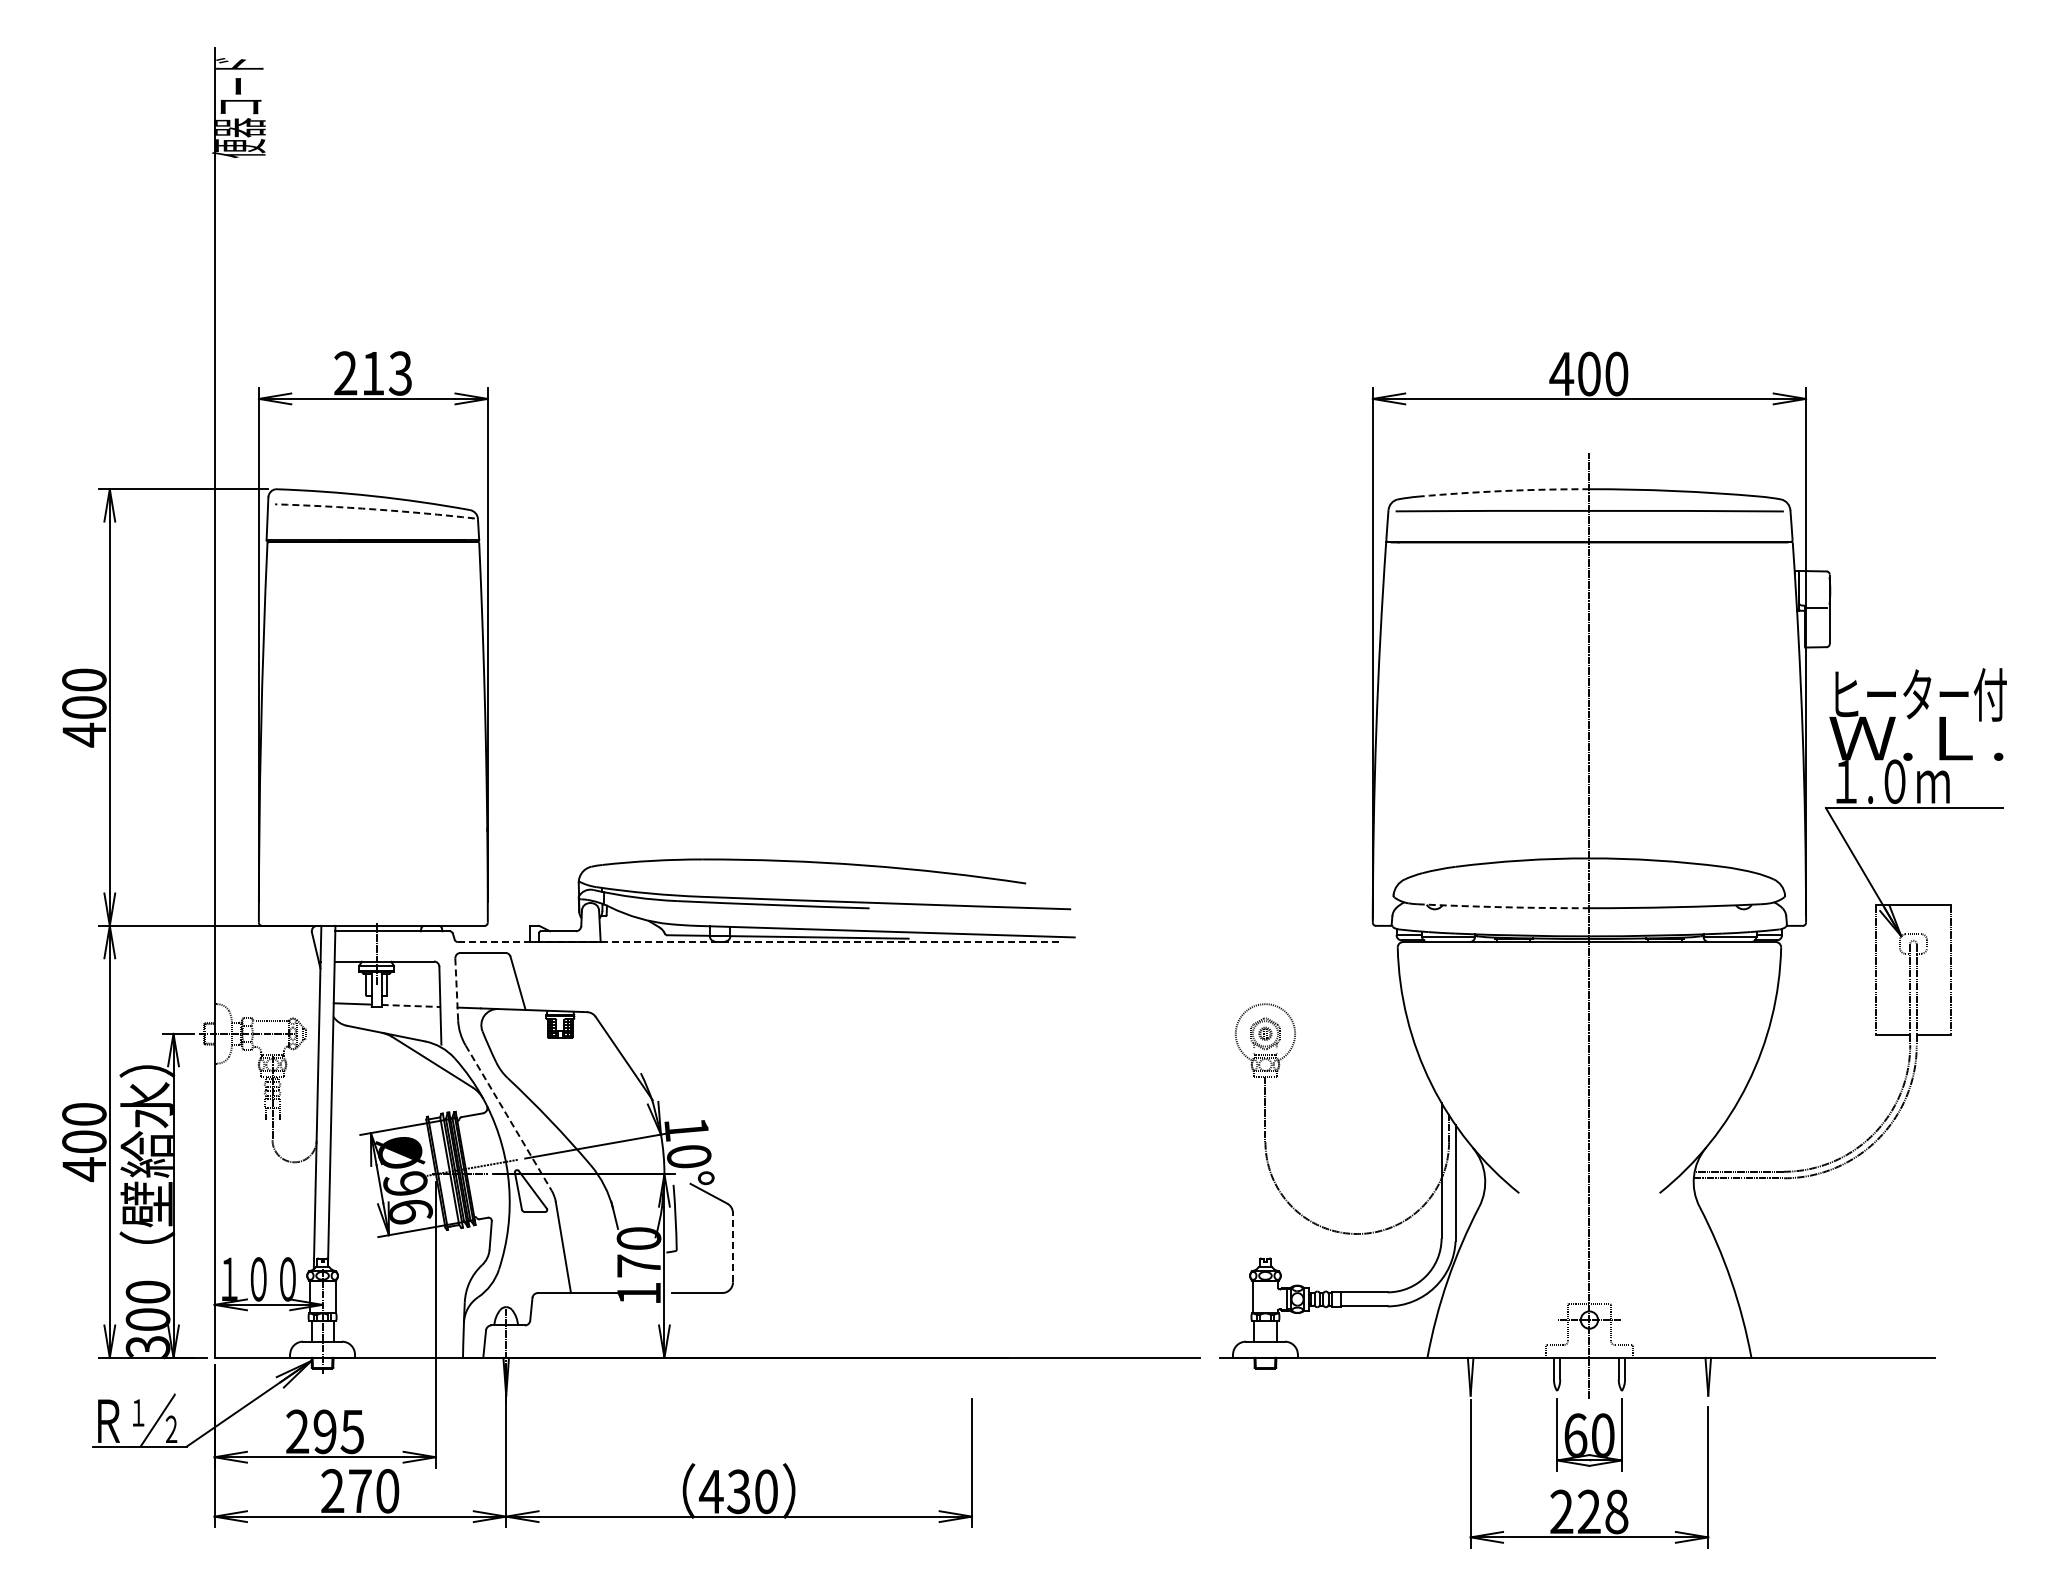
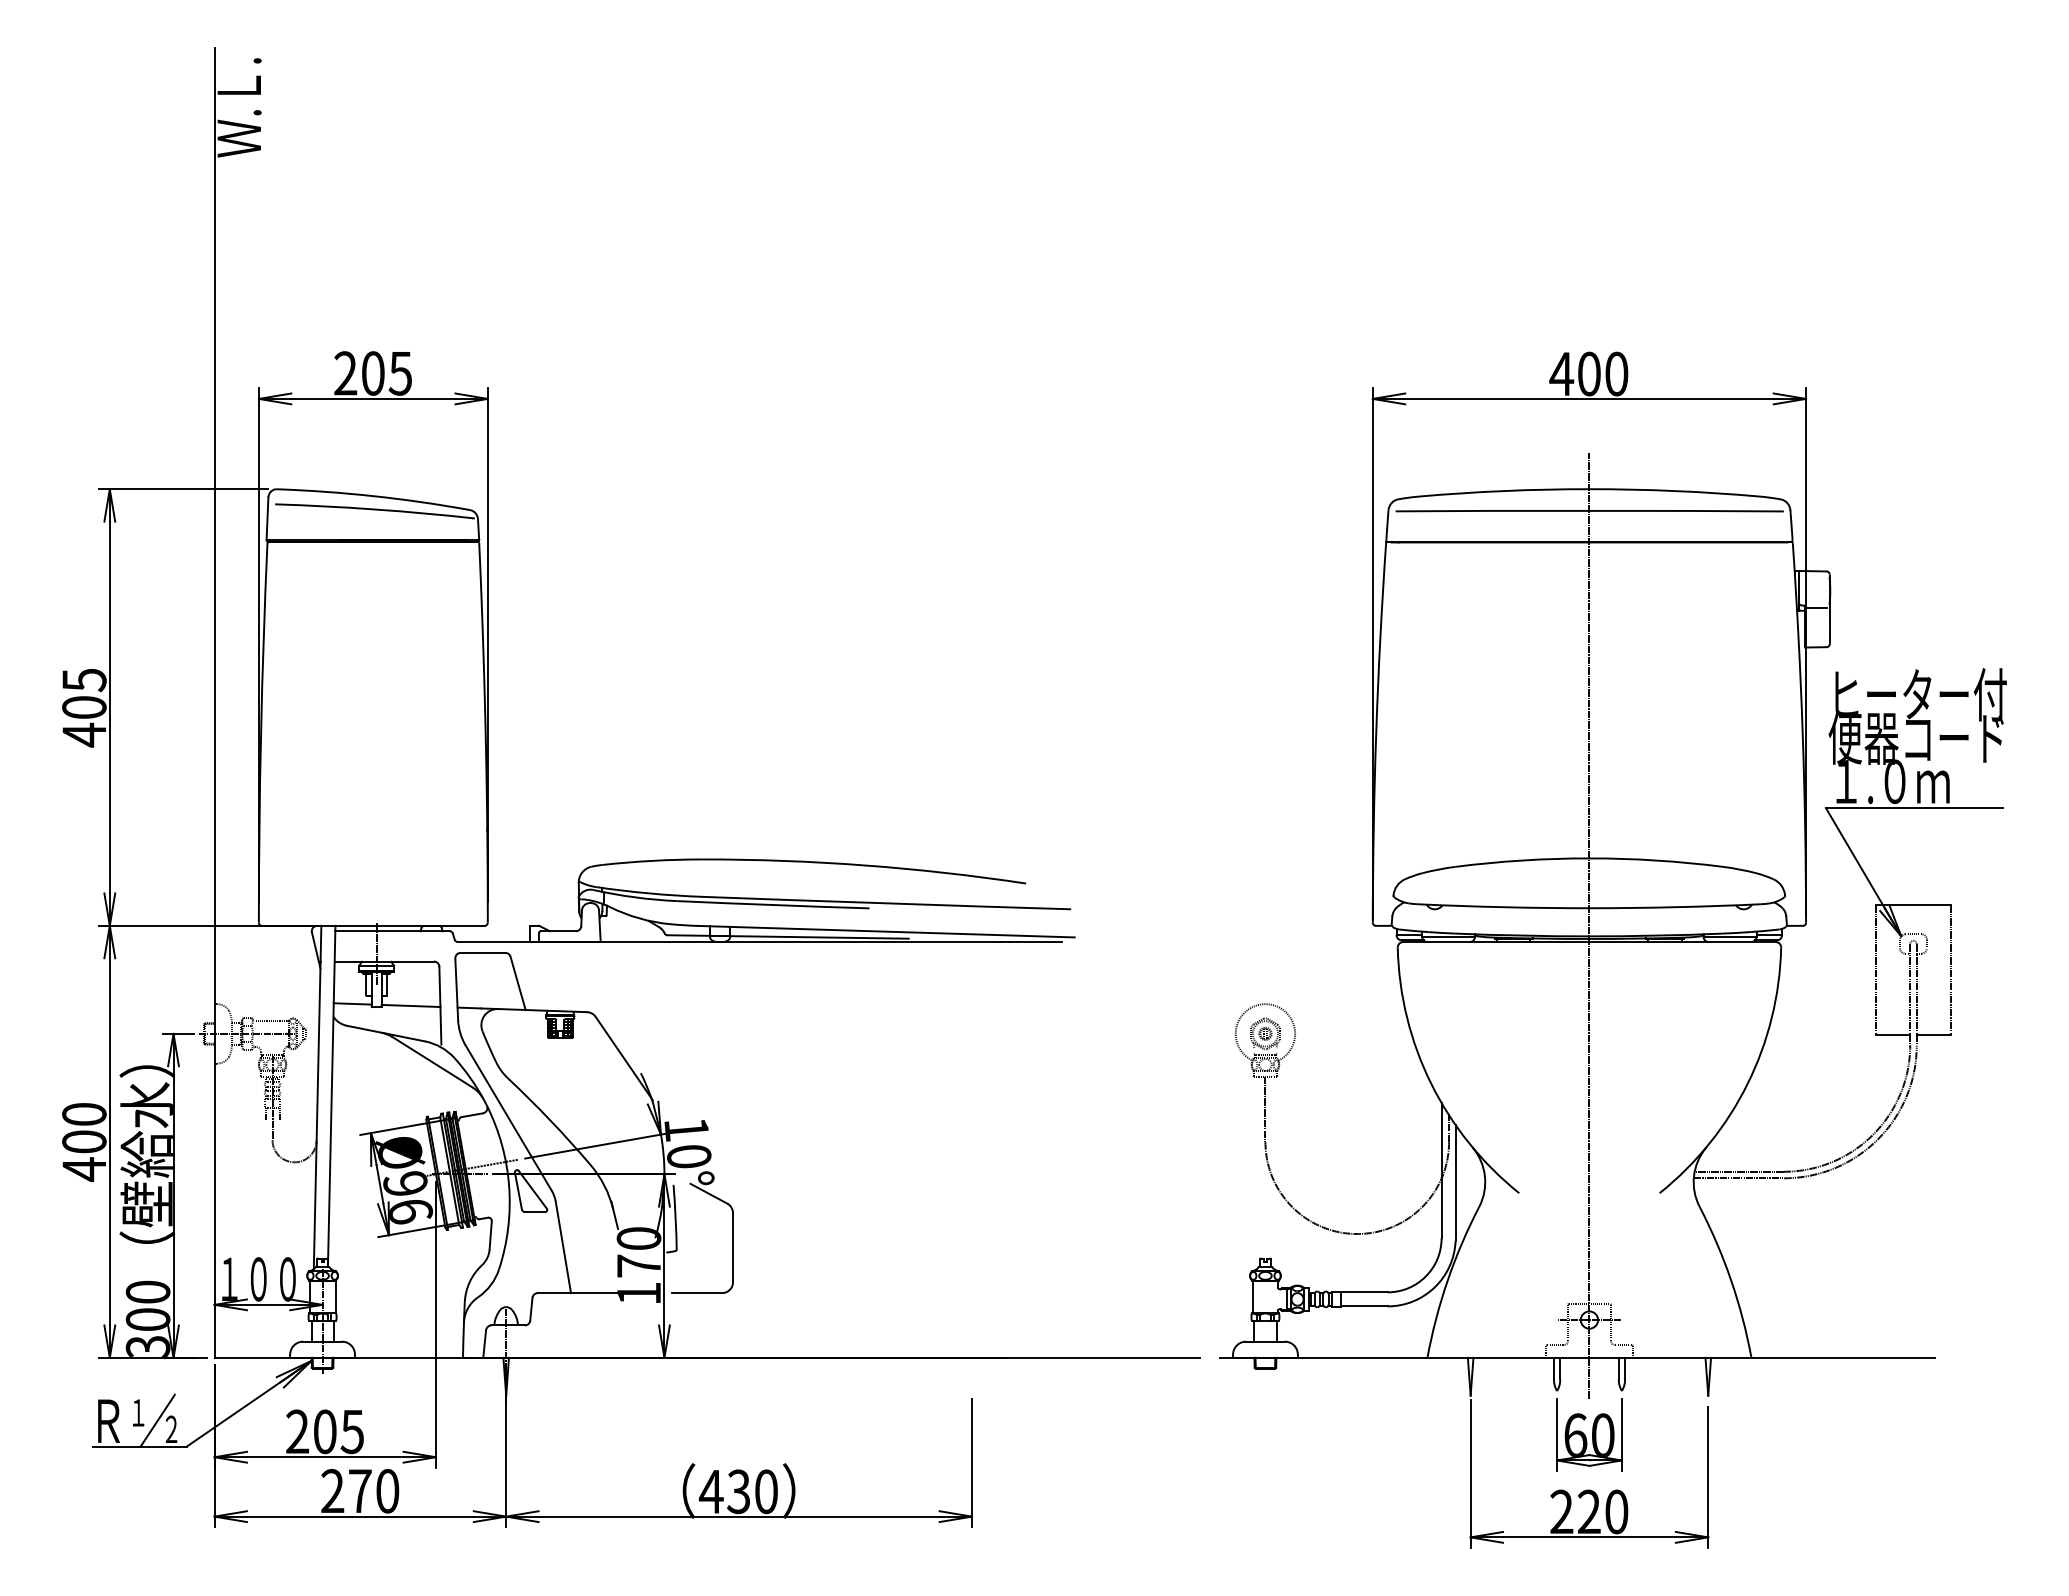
text at (238, 108): 便器コード -> Ｗ.Ｌ.
text at (386, 373): 213 -> 205
arc at (1504, 491): dashed -> solid
arc at (375, 509): dashed -> solid
text at (84, 680): 400 -> 405
text at (1915, 738): Ｗ.Ｌ. -> 便器コード
arc at (1503, 907): dashed -> solid
line at (760, 942): dashed -> solid
line at (456, 989): dashed -> solid
line at (411, 1006): dashed -> solid
line at (508, 1118): dashed -> solid
line at (733, 1247): dashed -> solid
text at (324, 1431): 295 -> 205
text at (1616, 1511): 228 -> 220
